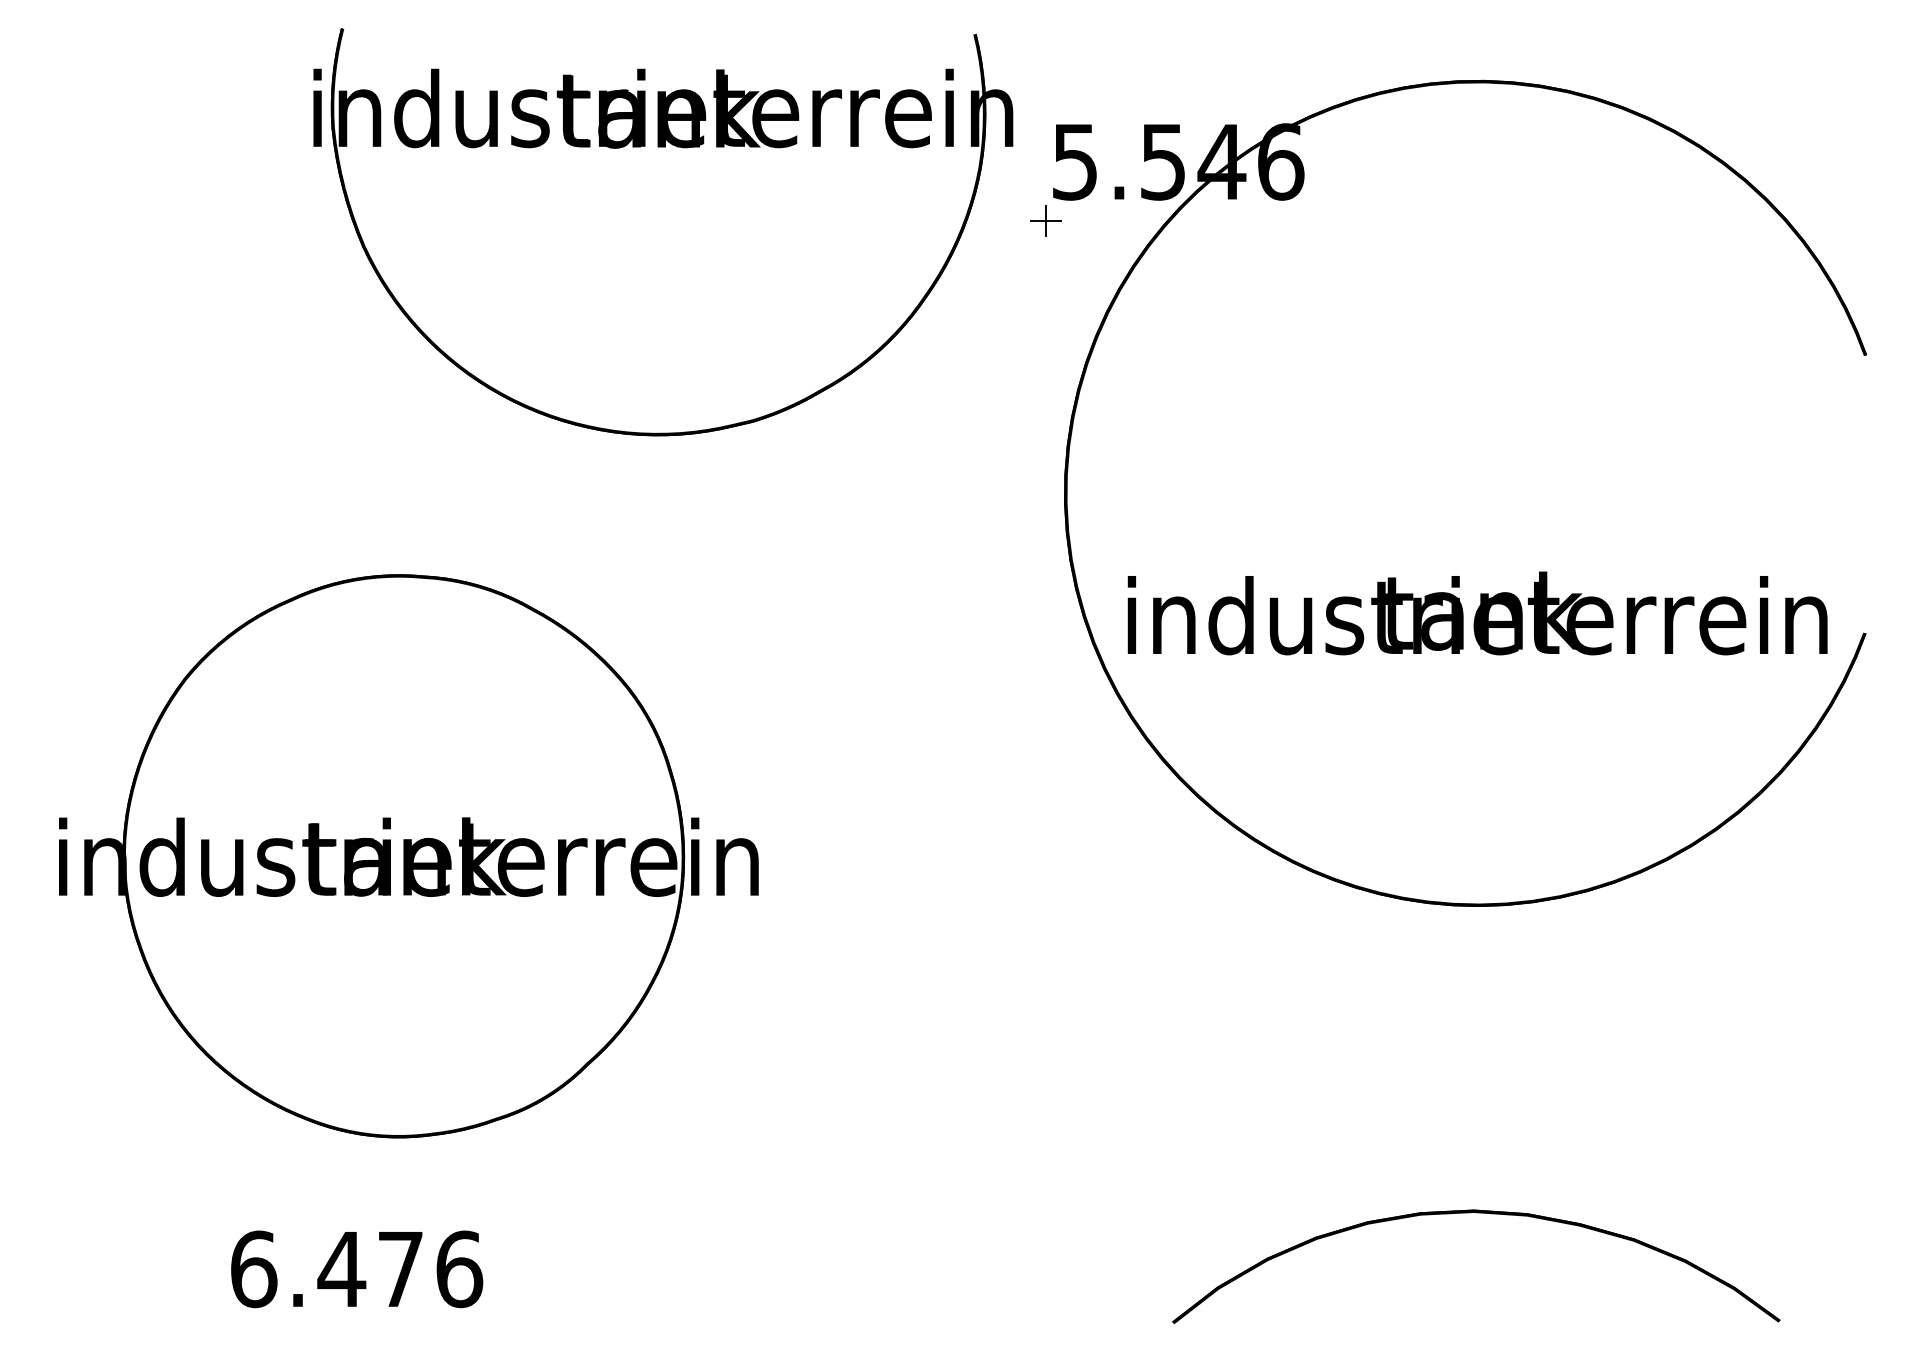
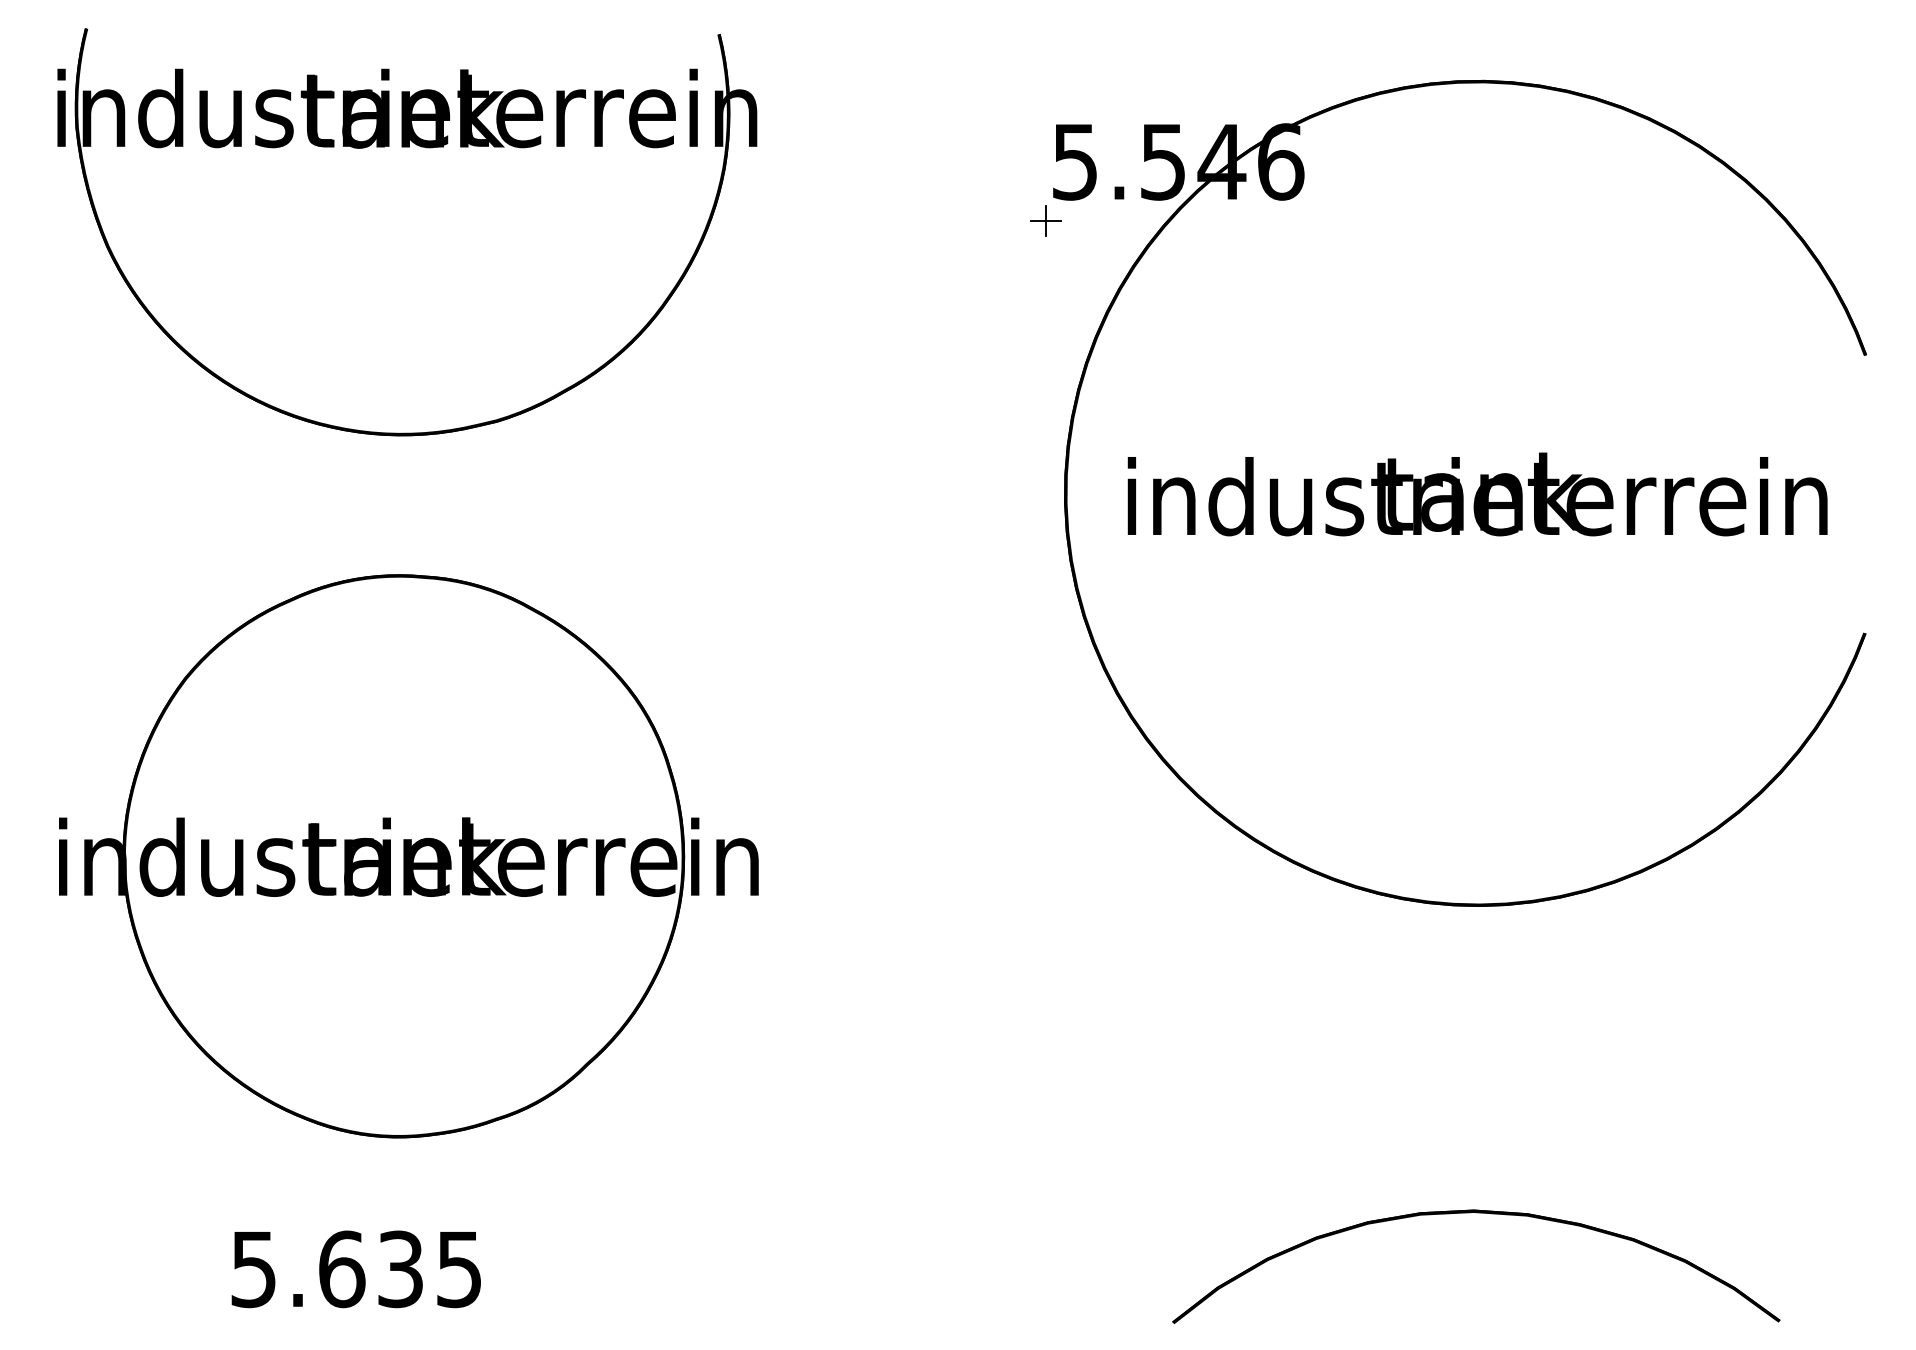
part at (663, 147) position: (663, 147) -> (407, 147)
text at (1477, 613) position: (1477, 613) -> (1477, 494)
text at (357, 1269): 6.476 -> 5.635
